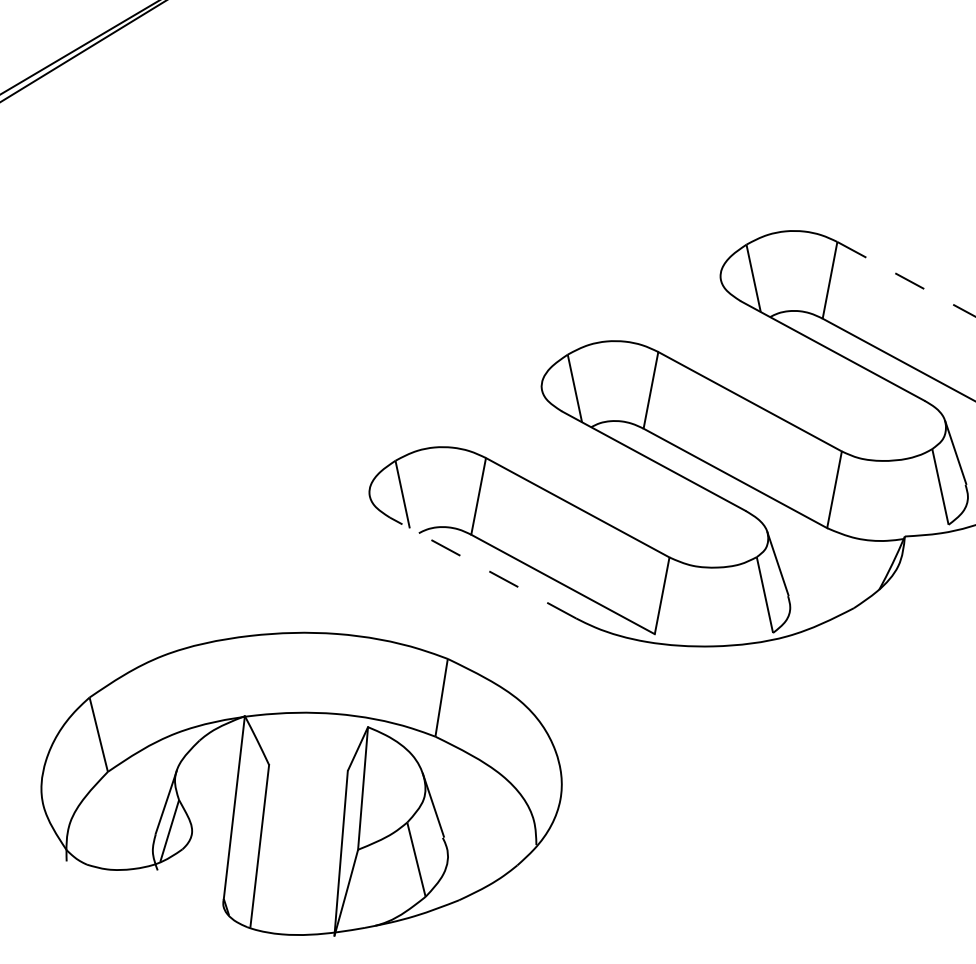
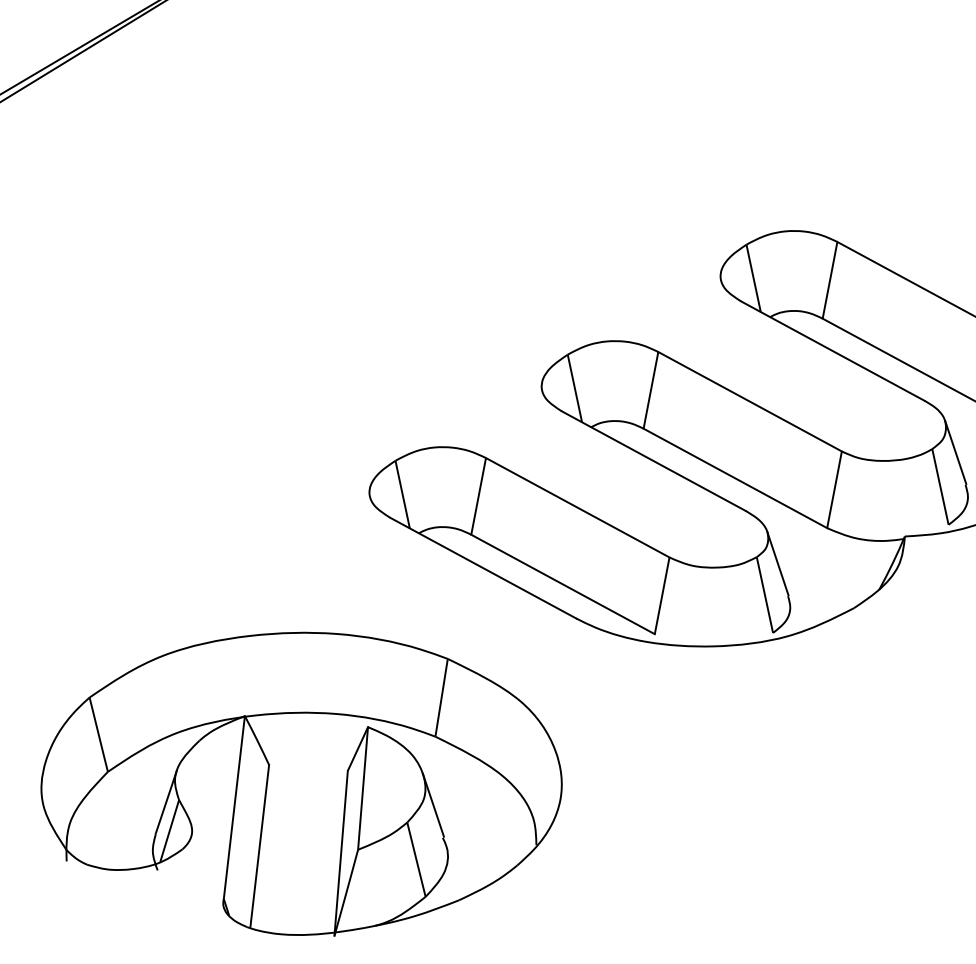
line at (906, 279): dashed -> solid
line at (483, 568): dashed -> solid
